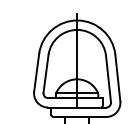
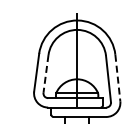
line at (45, 74): solid -> dashed
line at (117, 78): solid -> dashed
